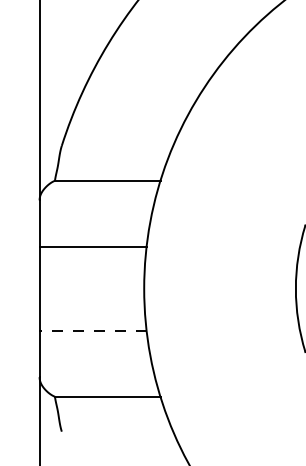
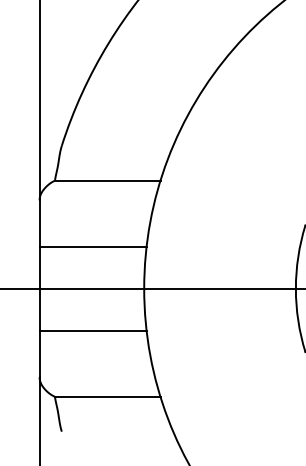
line at (152, 288): none -> present
line at (92, 330): dashed -> solid
